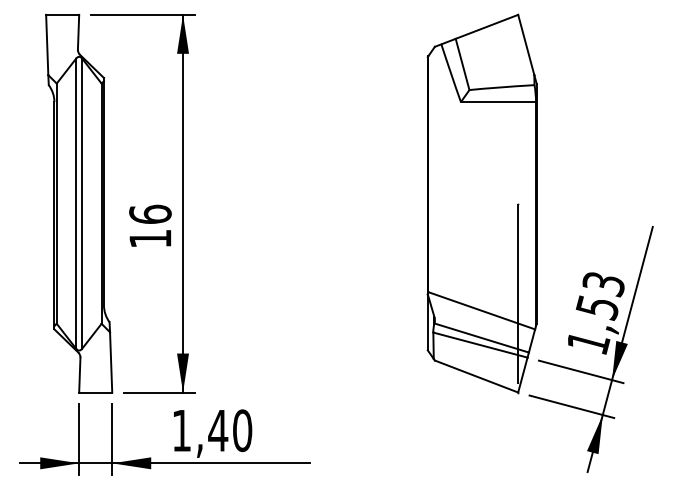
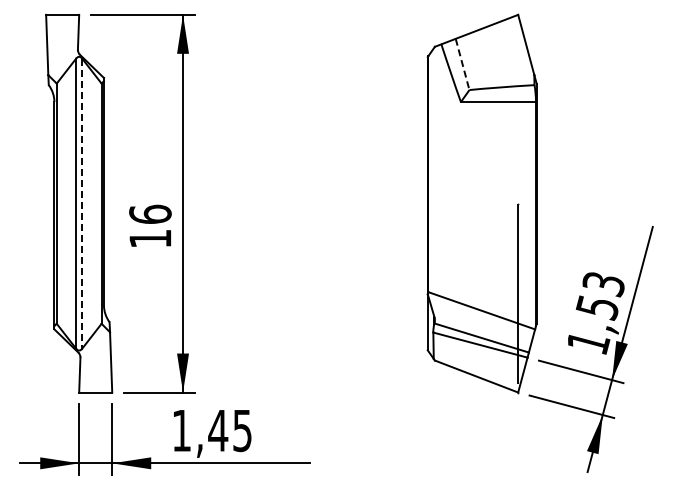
line at (462, 64): solid -> dashed
line at (82, 203): solid -> dashed
text at (242, 430): 1,40 -> 1,45
